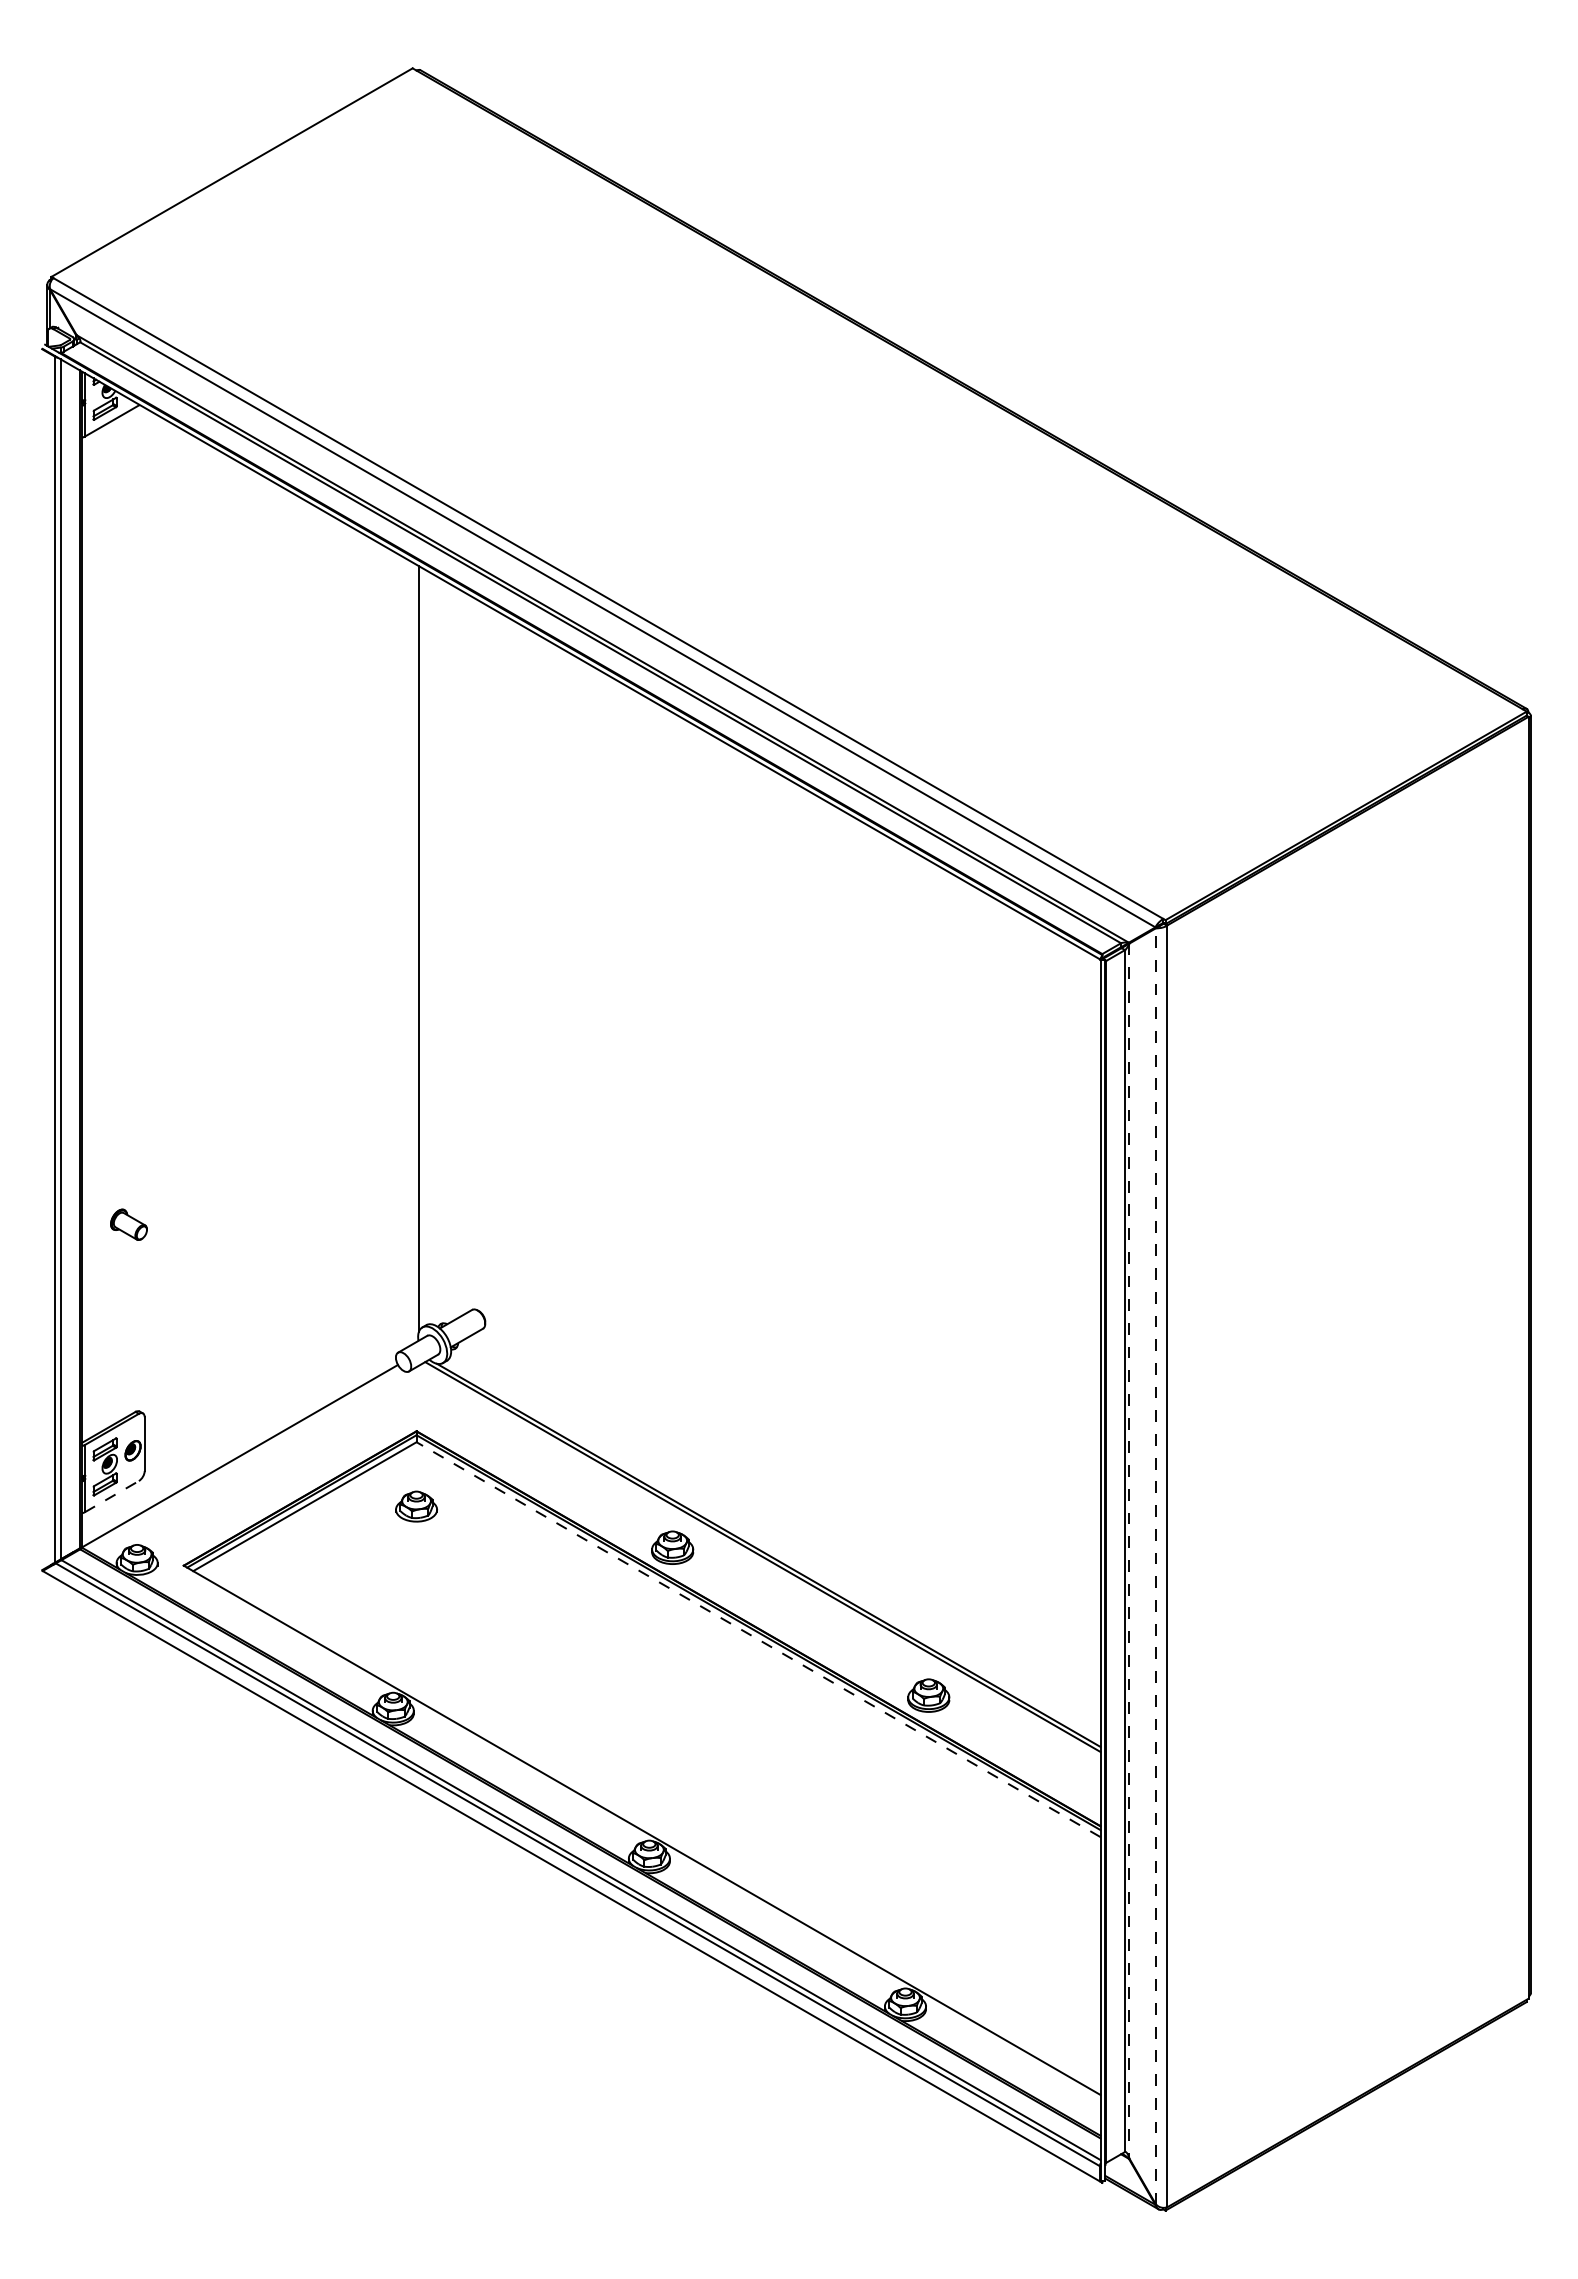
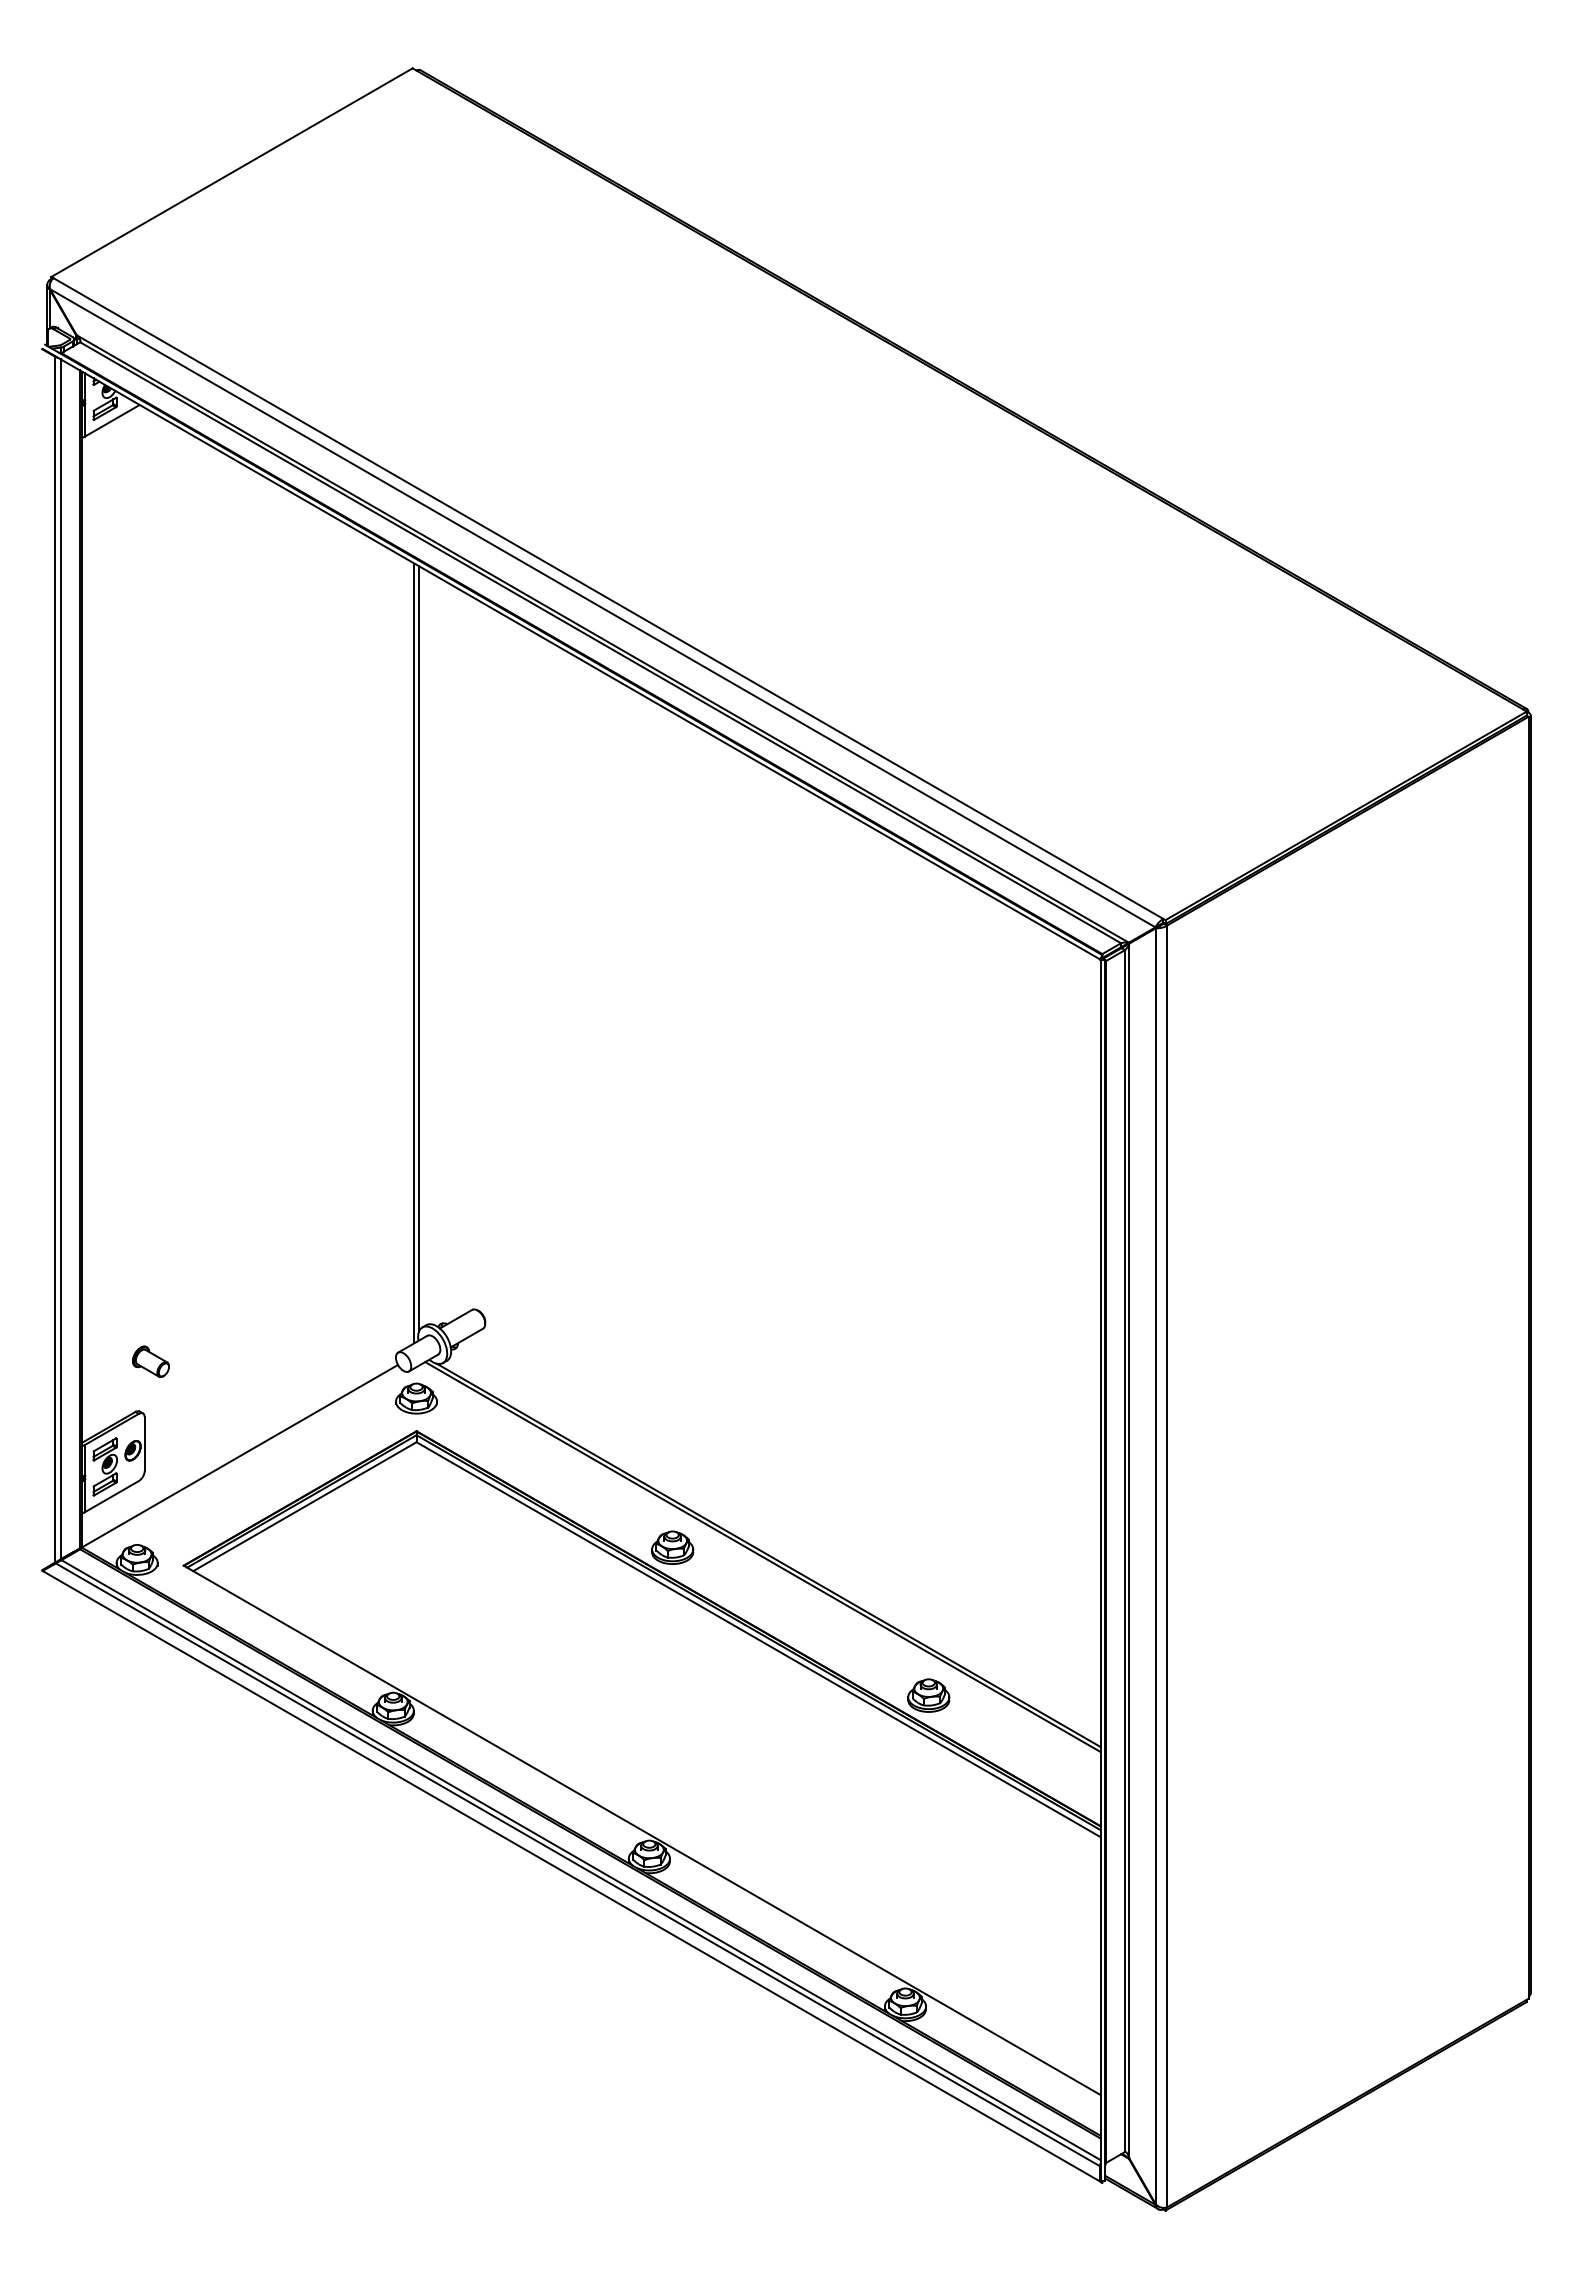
line at (414, 953): none -> present
part at (128, 1224) position: (128, 1224) -> (150, 1361)
line at (112, 1496): dashed -> solid
part at (416, 1506) position: (416, 1506) -> (416, 1398)
line at (1129, 1551): dashed -> solid
line at (1155, 1565): dashed -> solid
line at (758, 1639): dashed -> solid
